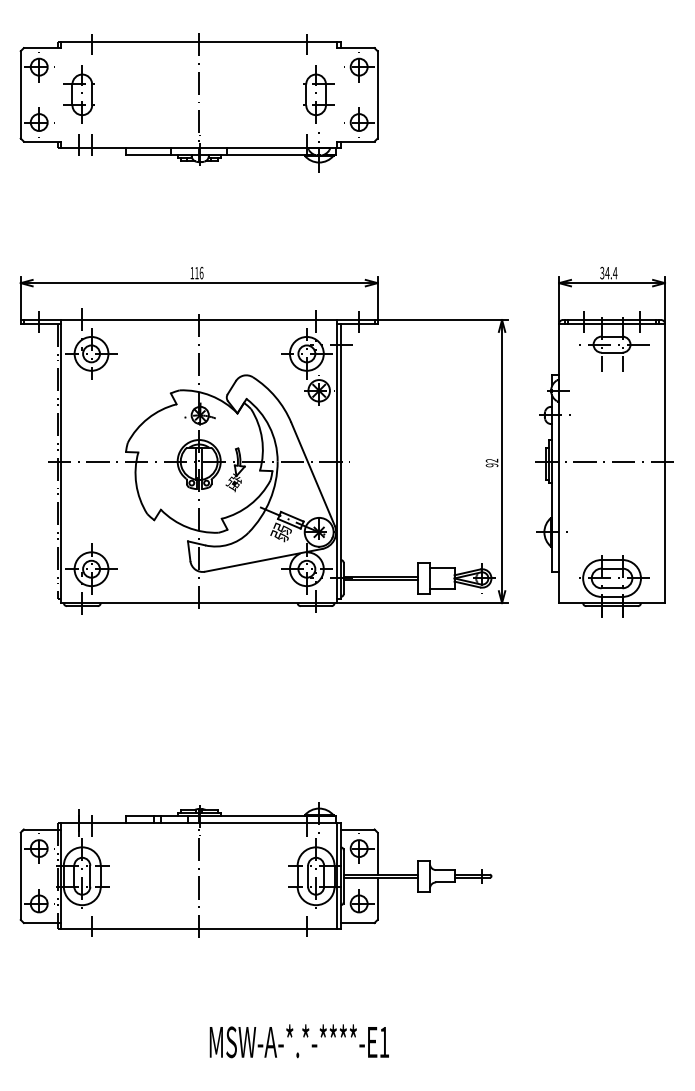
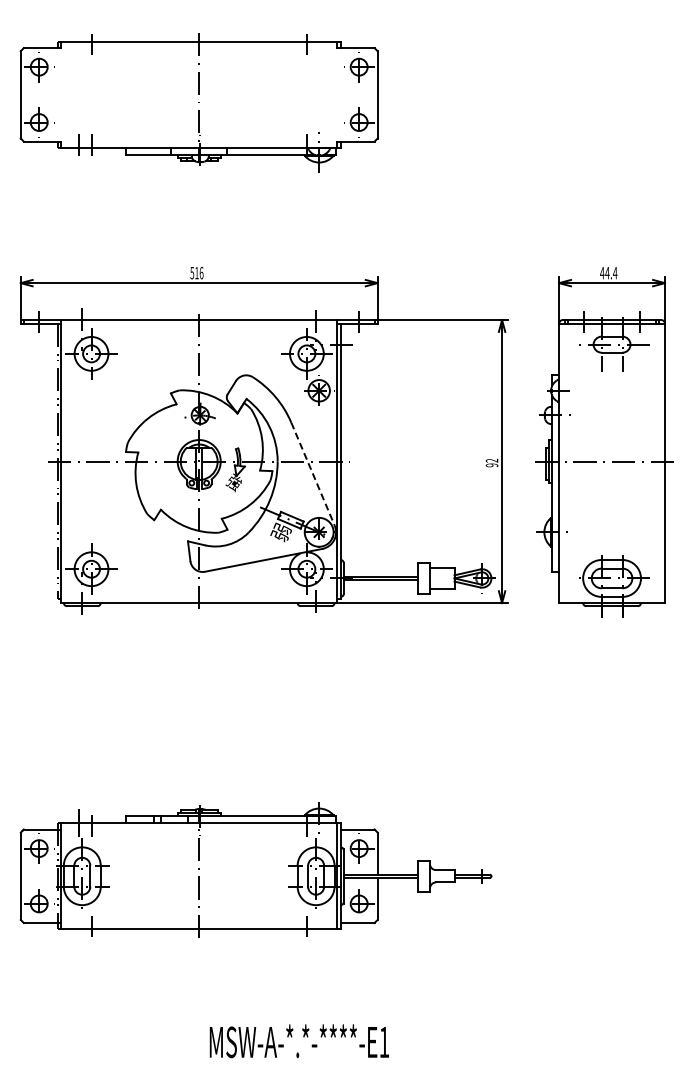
part at (78, 94): present -> none
part at (318, 94): present -> none
text at (602, 272): 34.4 -> 44.4
text at (192, 273): 116 -> 516
line at (313, 474): solid -> dashed
